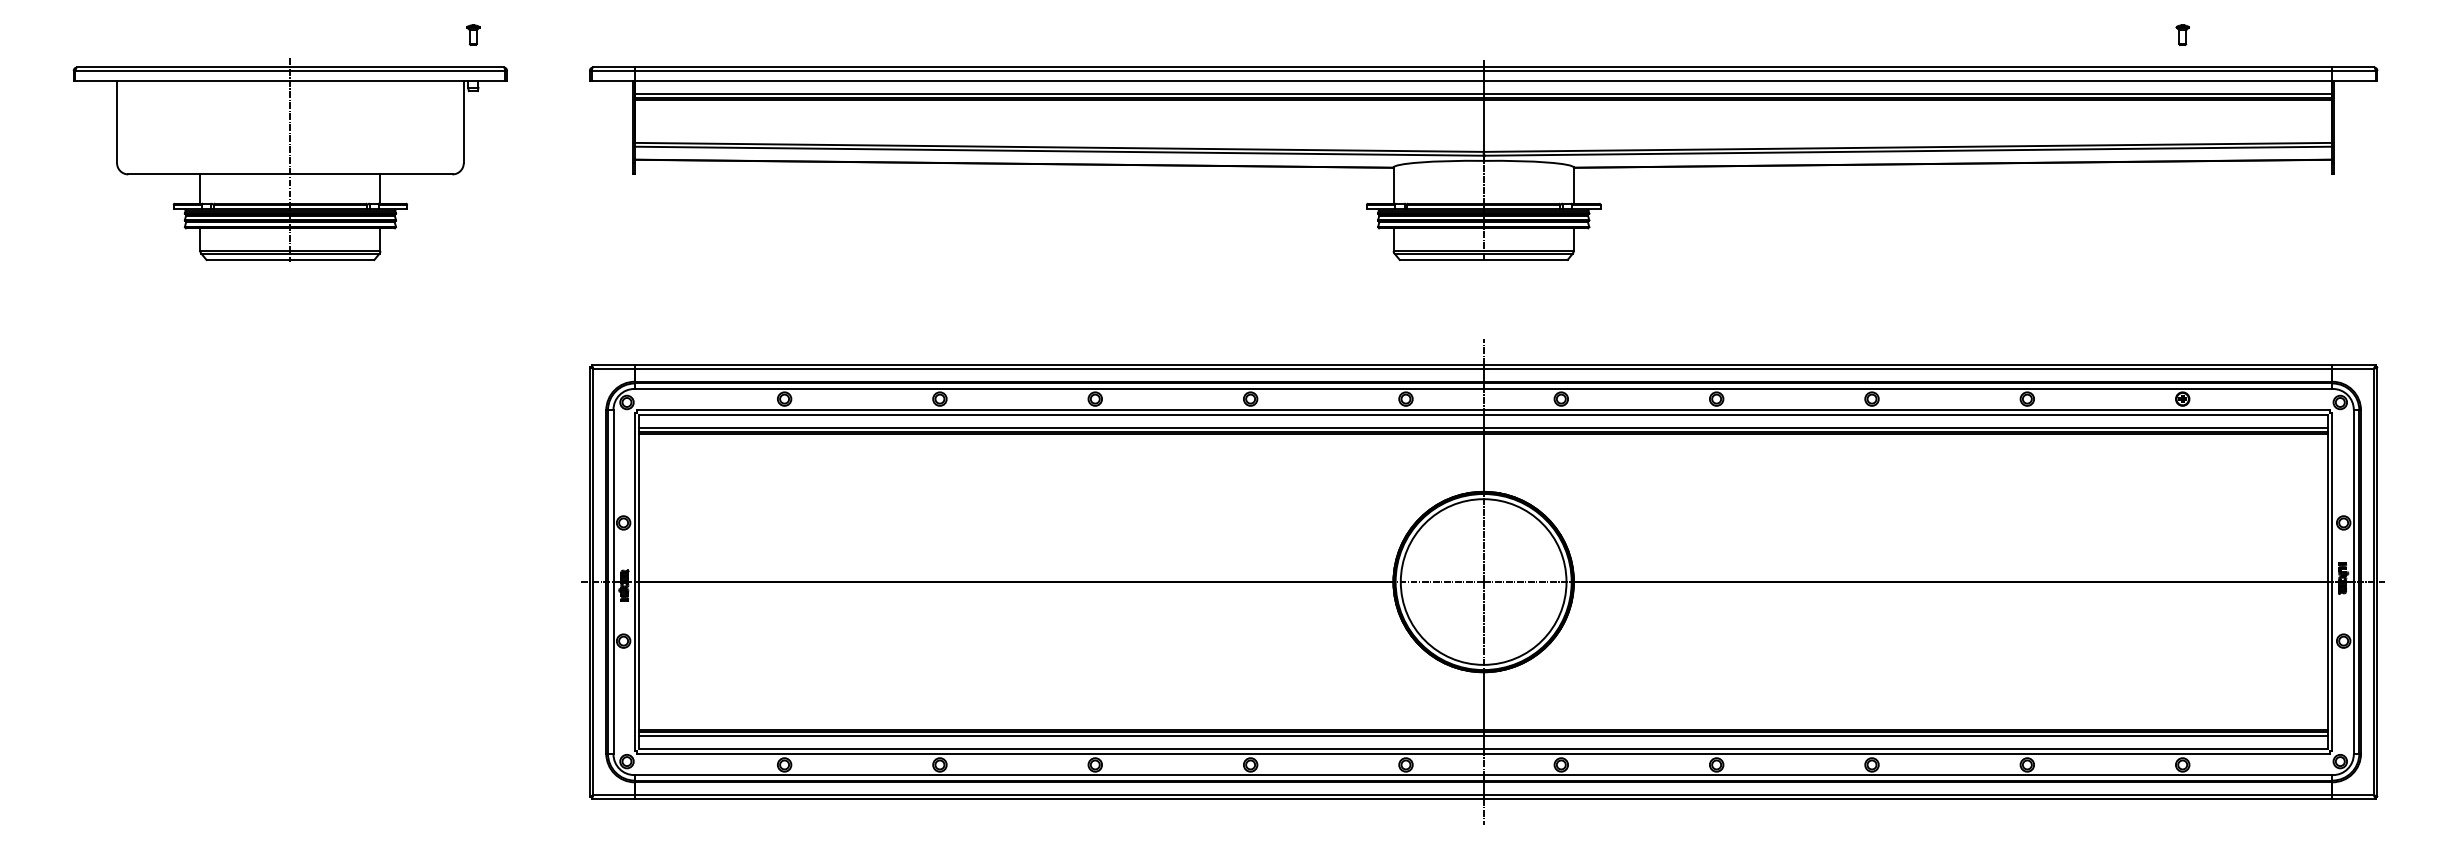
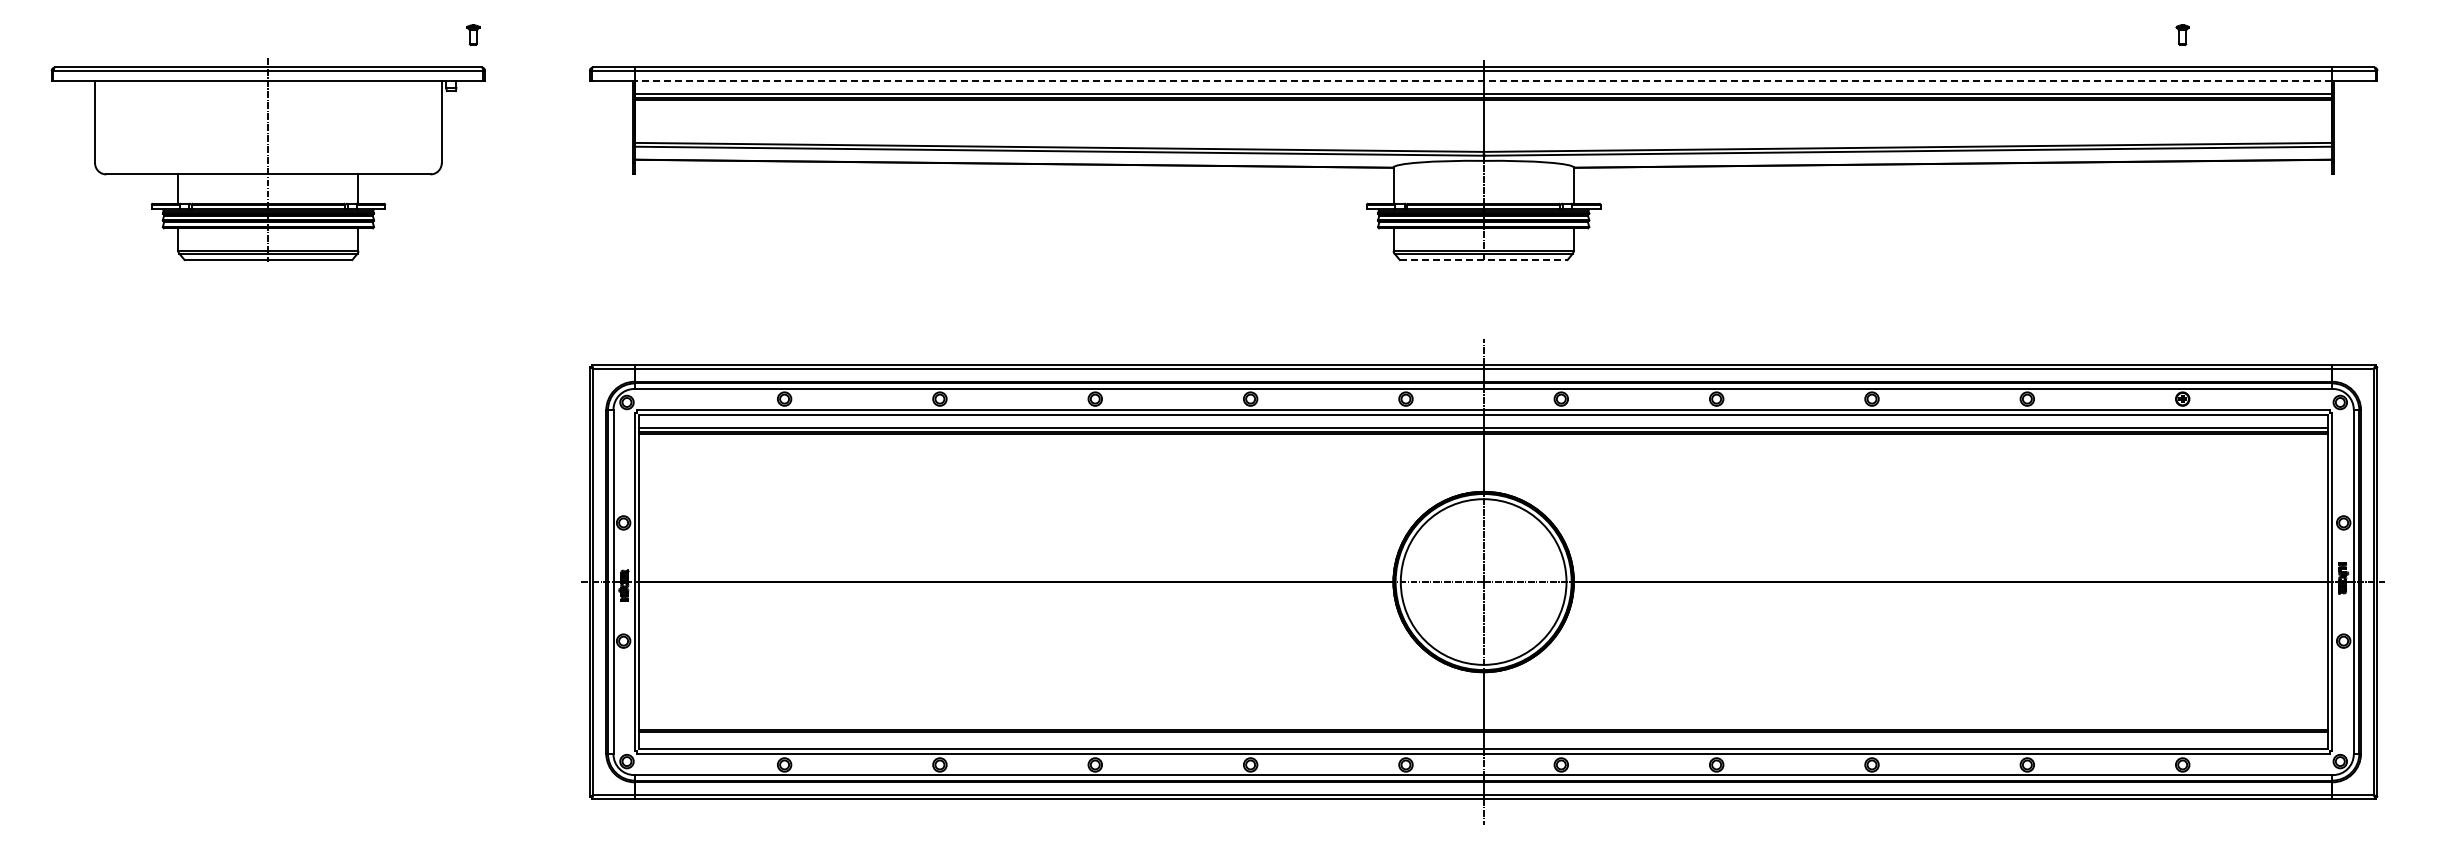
line at (1483, 80): solid -> dashed
part at (289, 159) position: (289, 159) -> (267, 159)
line at (1483, 259): solid -> dashed
line at (1483, 735): present -> none
